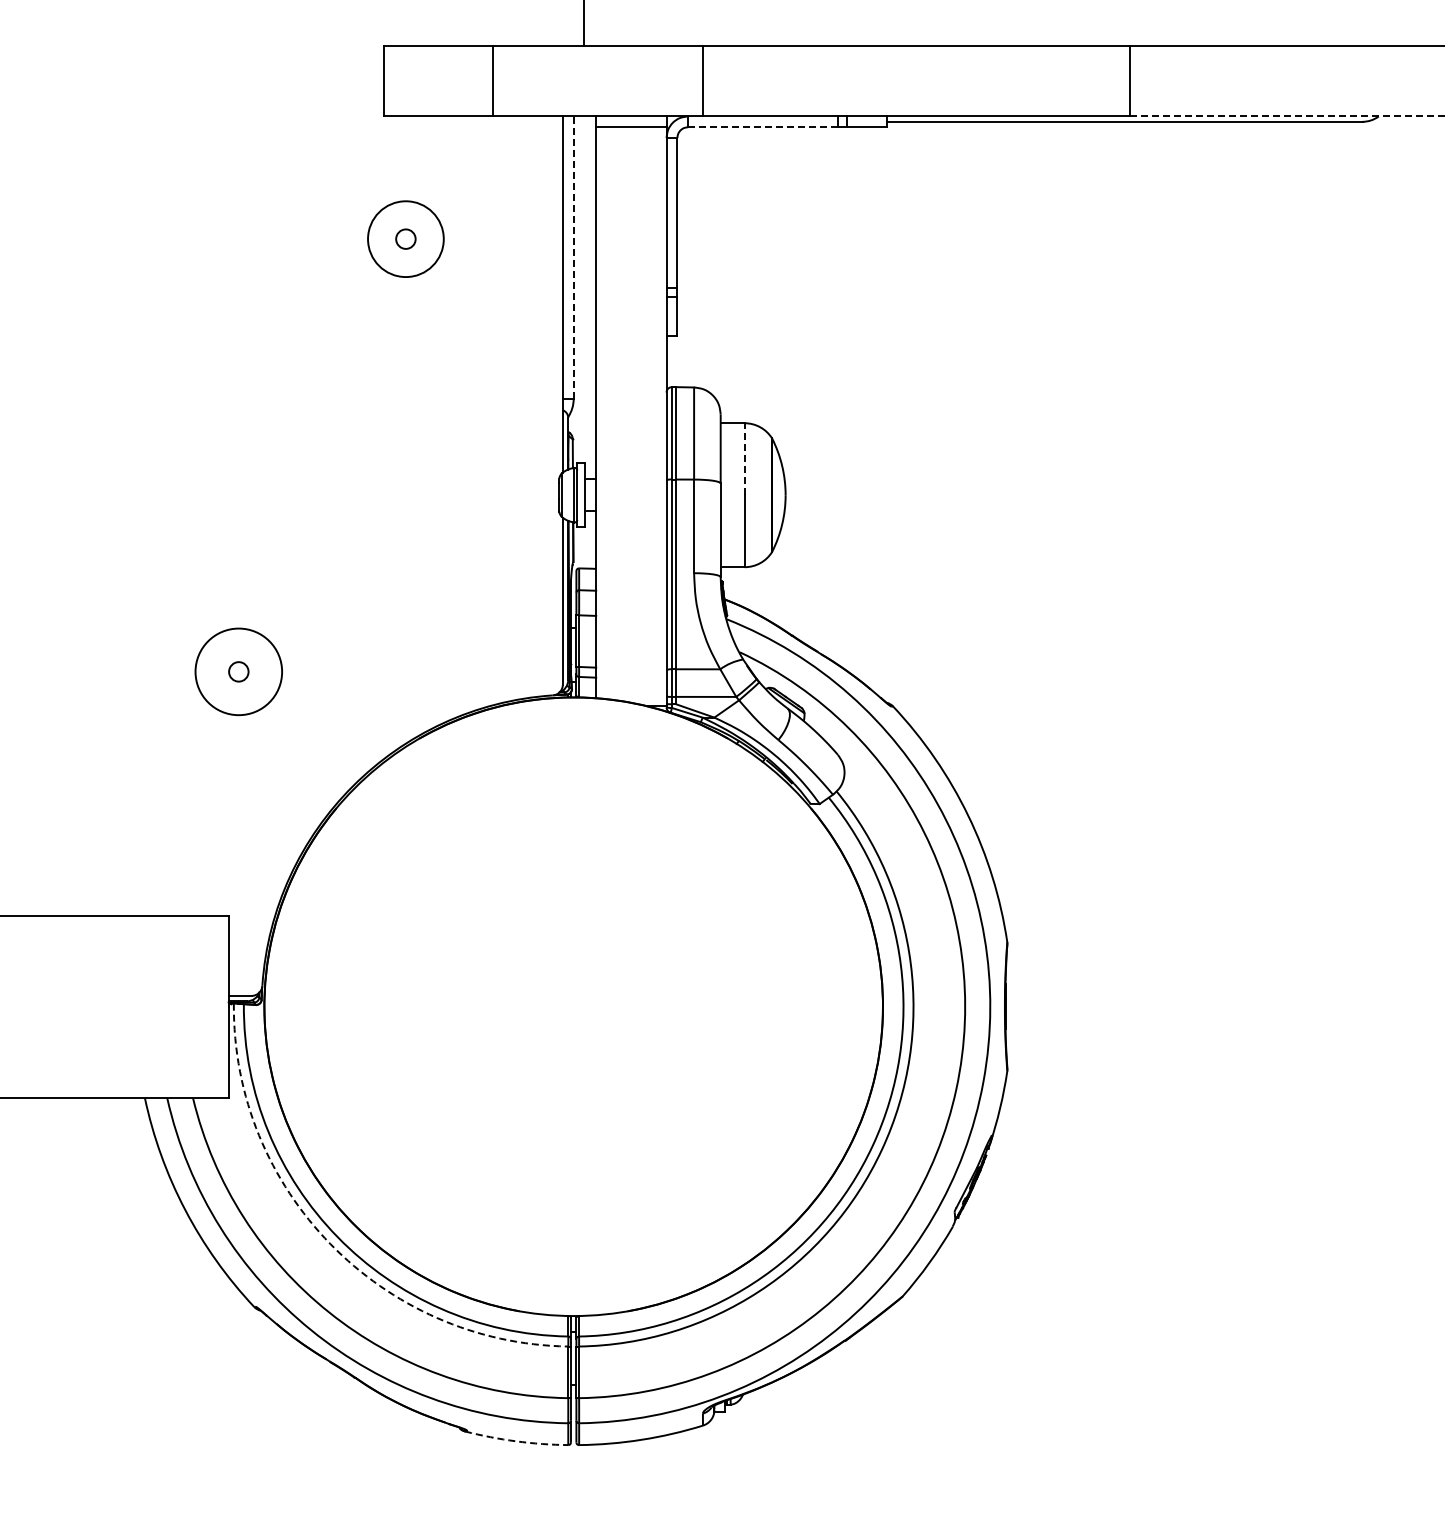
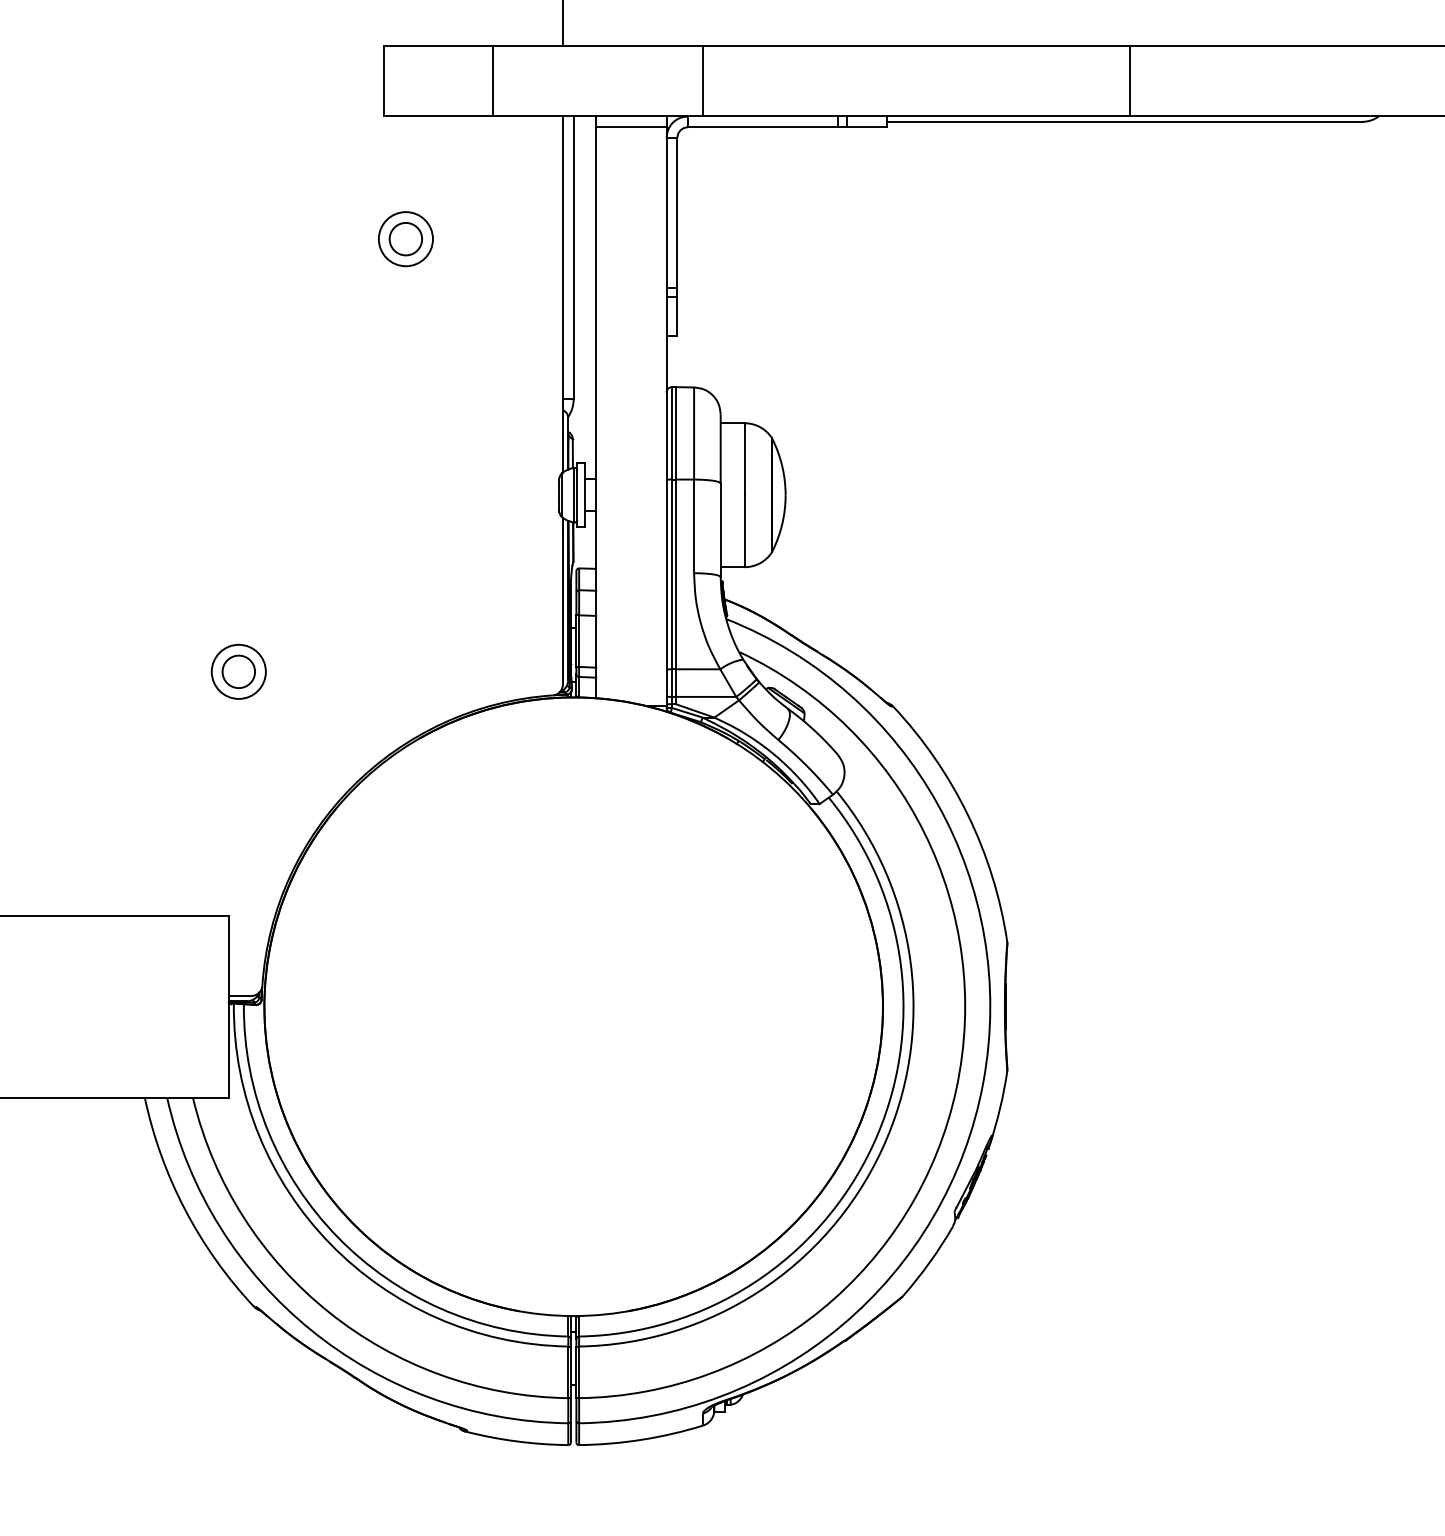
line at (583, 24) position: (583, 24) -> (562, 24)
line at (1287, 116): dashed -> solid
line at (762, 127): dashed -> solid
circle at (405, 238) diameter: 19 px -> 32 px
circle at (405, 239) diameter: 76 px -> 54 px
line at (573, 257): dashed -> solid
line at (744, 459): dashed -> solid
circle at (238, 671) diameter: 19 px -> 32 px
circle at (238, 671) diameter: 87 px -> 54 px
arc at (330, 1244): dashed -> solid
arc at (516, 1441): dashed -> solid
